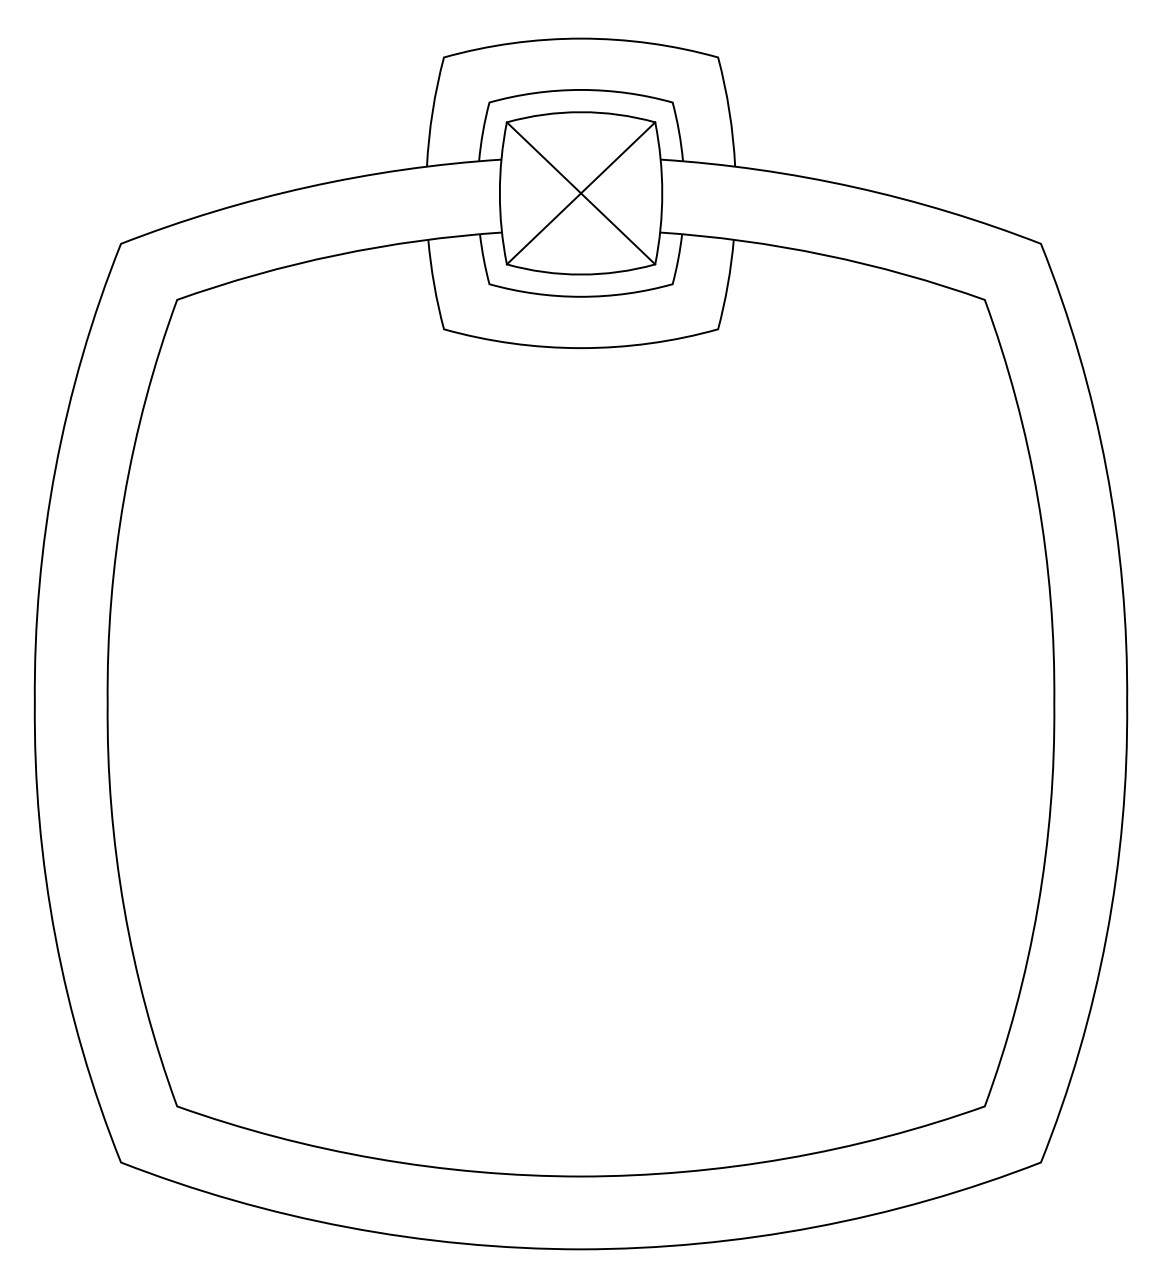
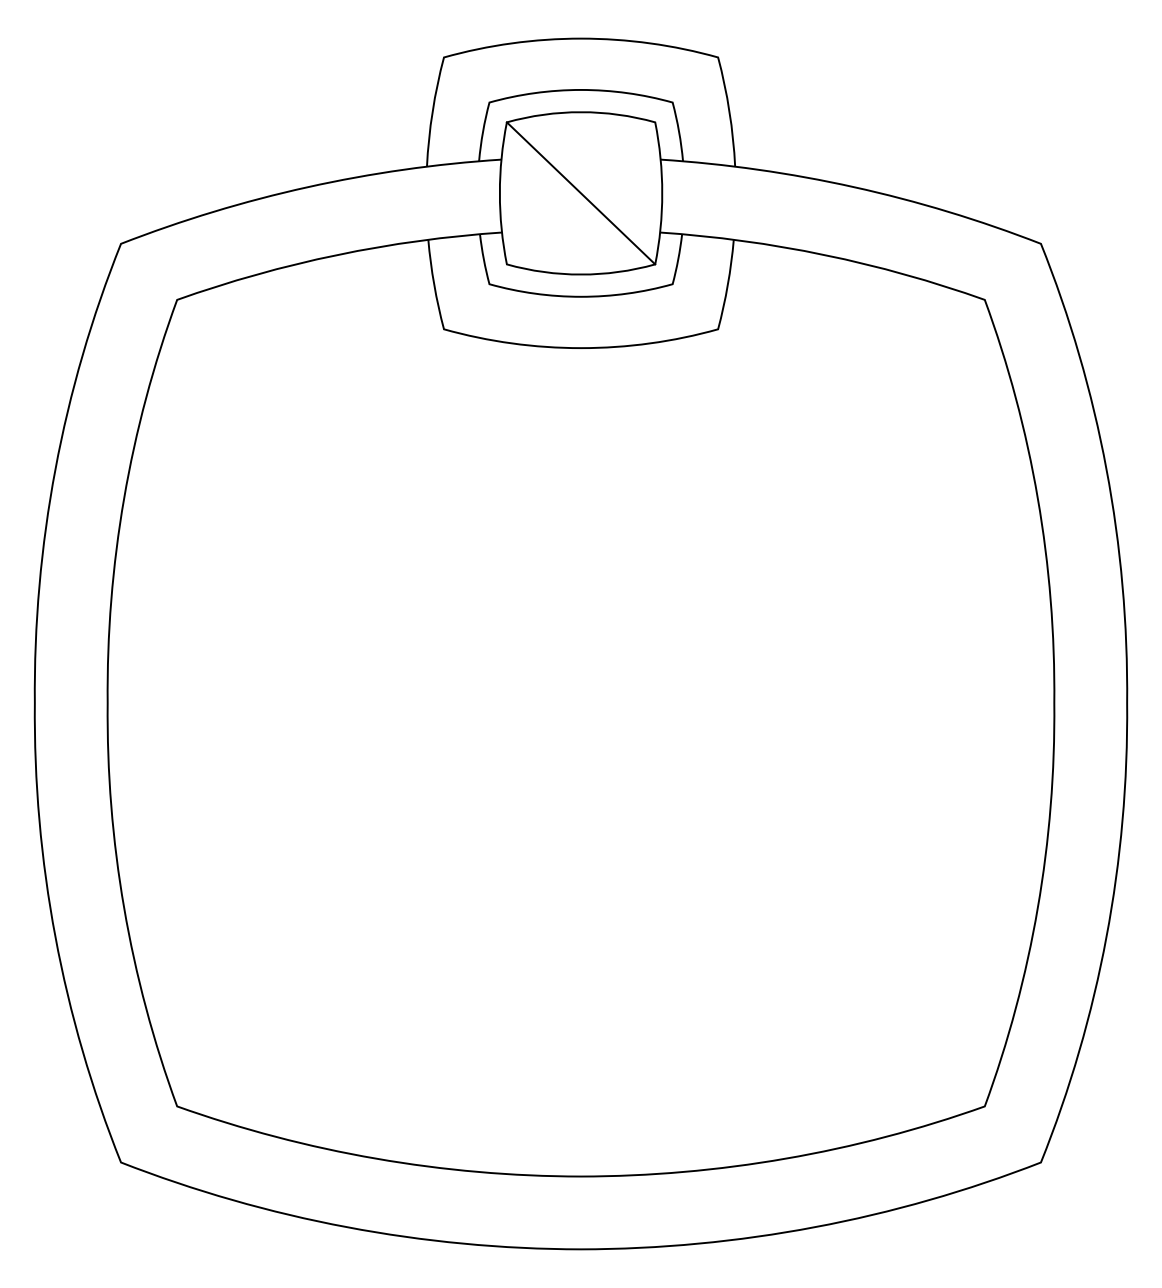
line at (580, 193): present -> none
